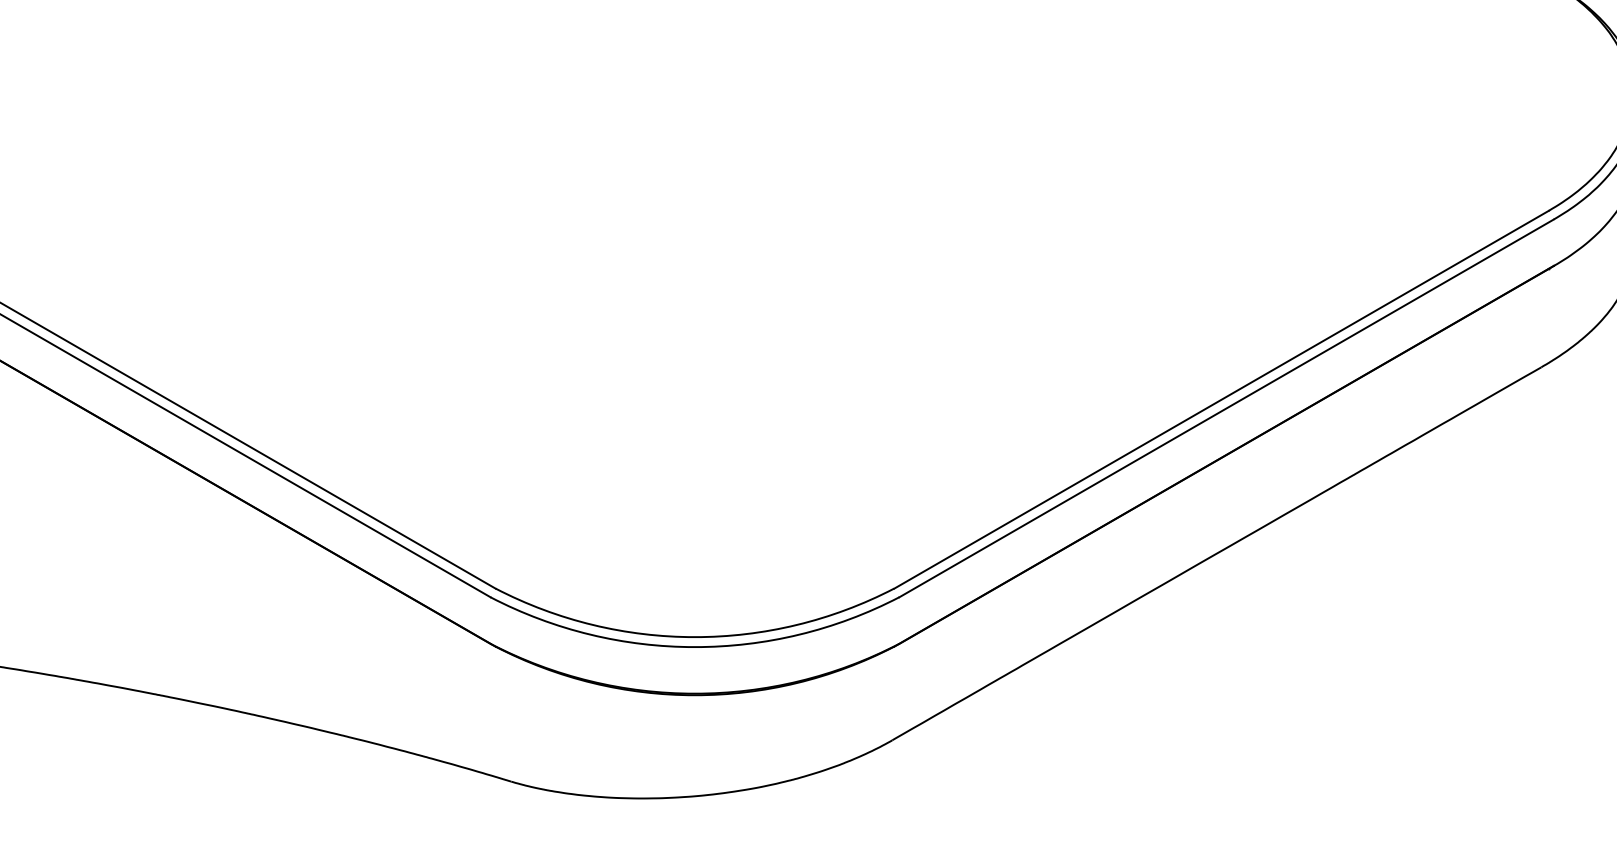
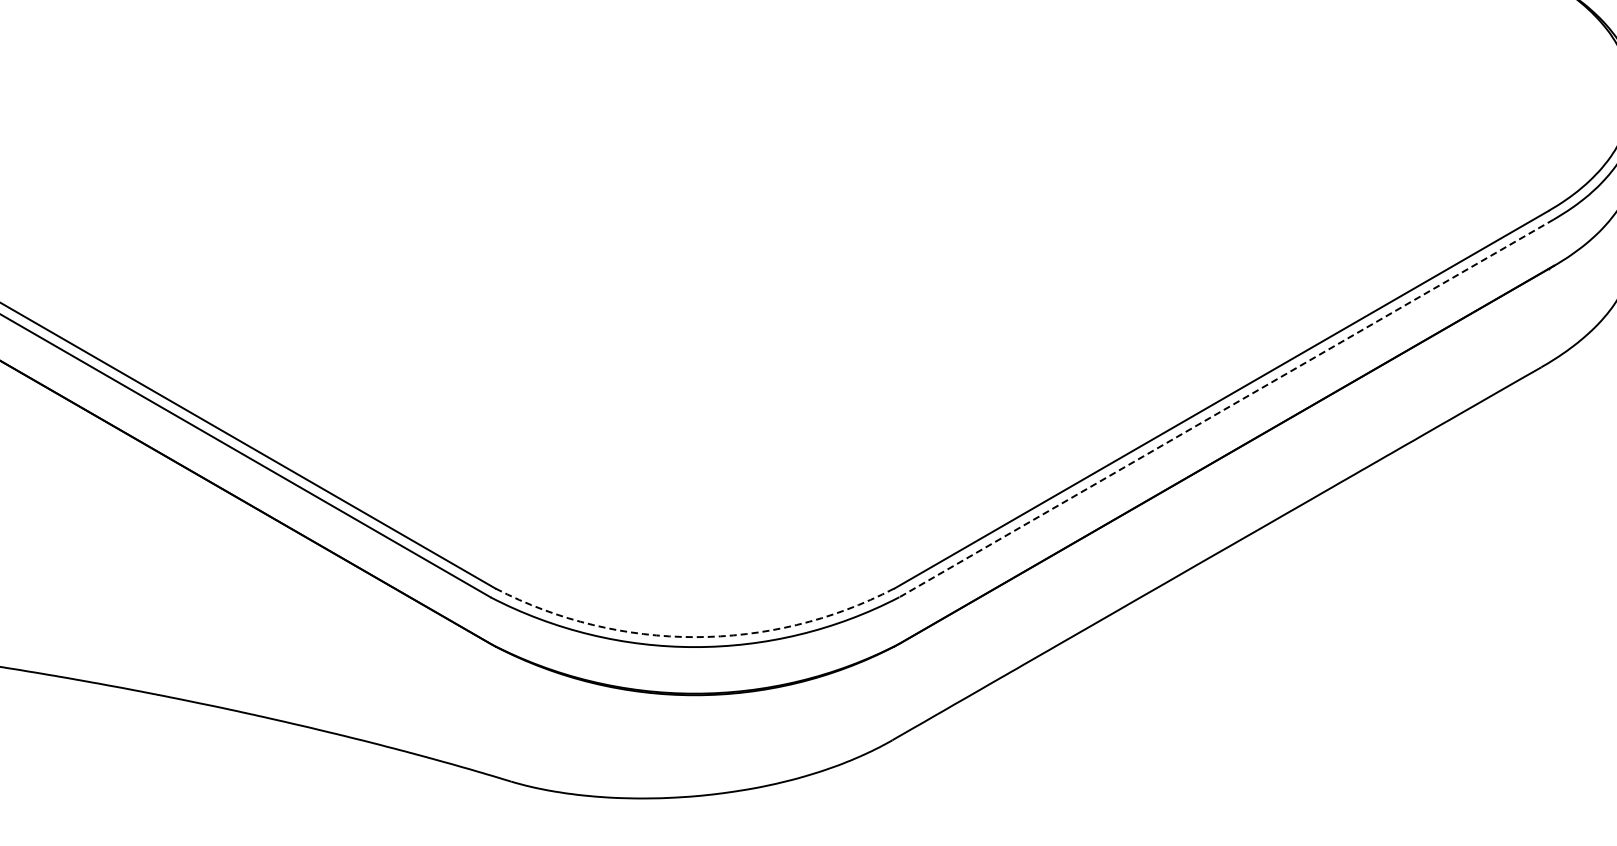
line at (1226, 408): solid -> dashed
arc at (694, 637): solid -> dashed
